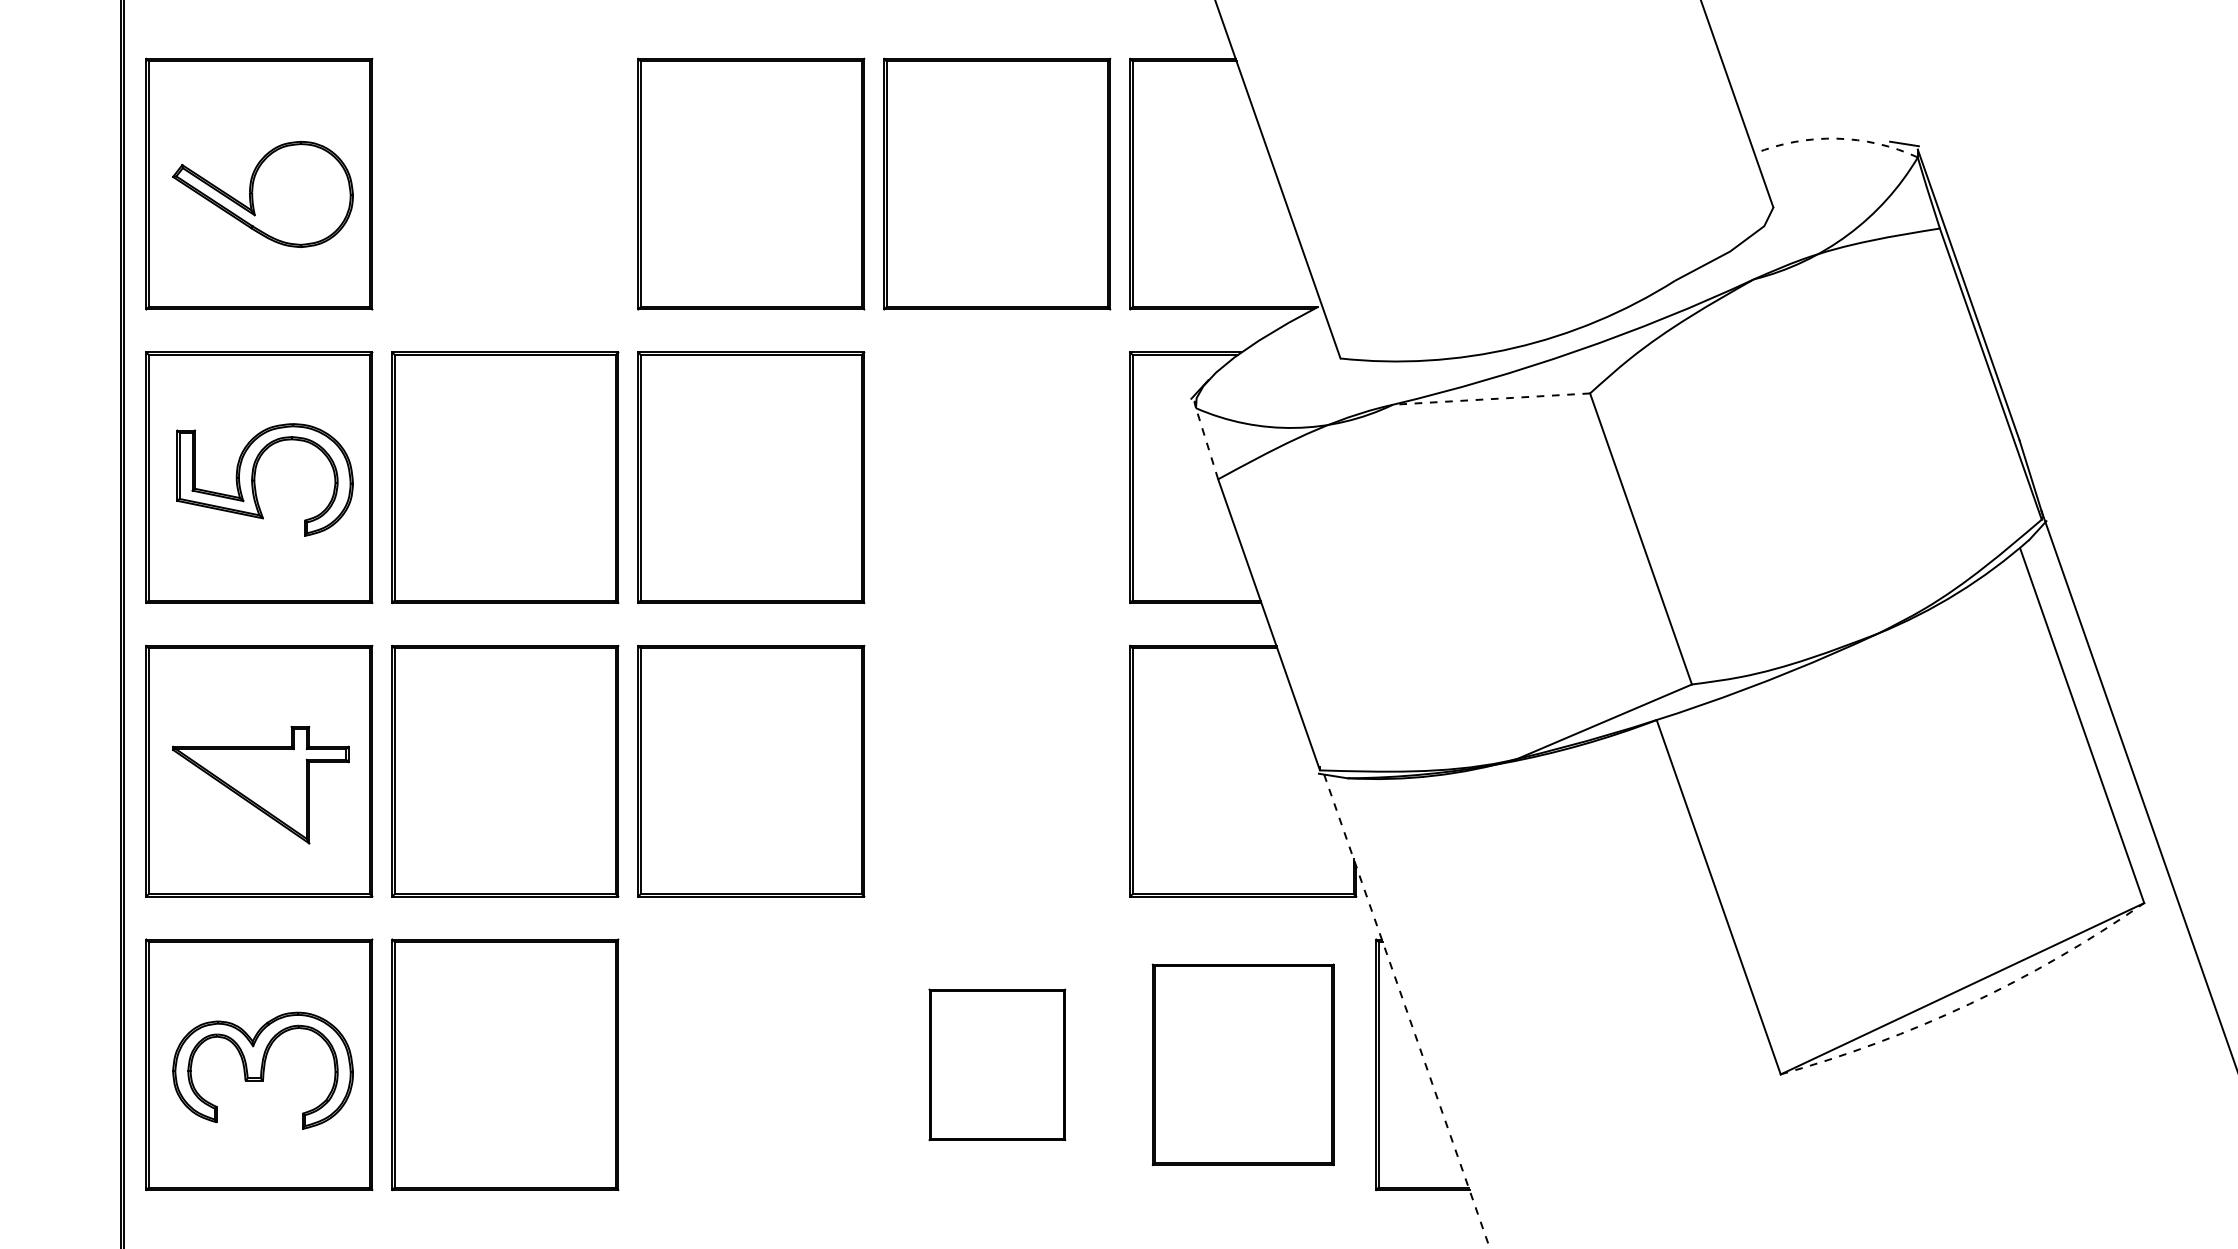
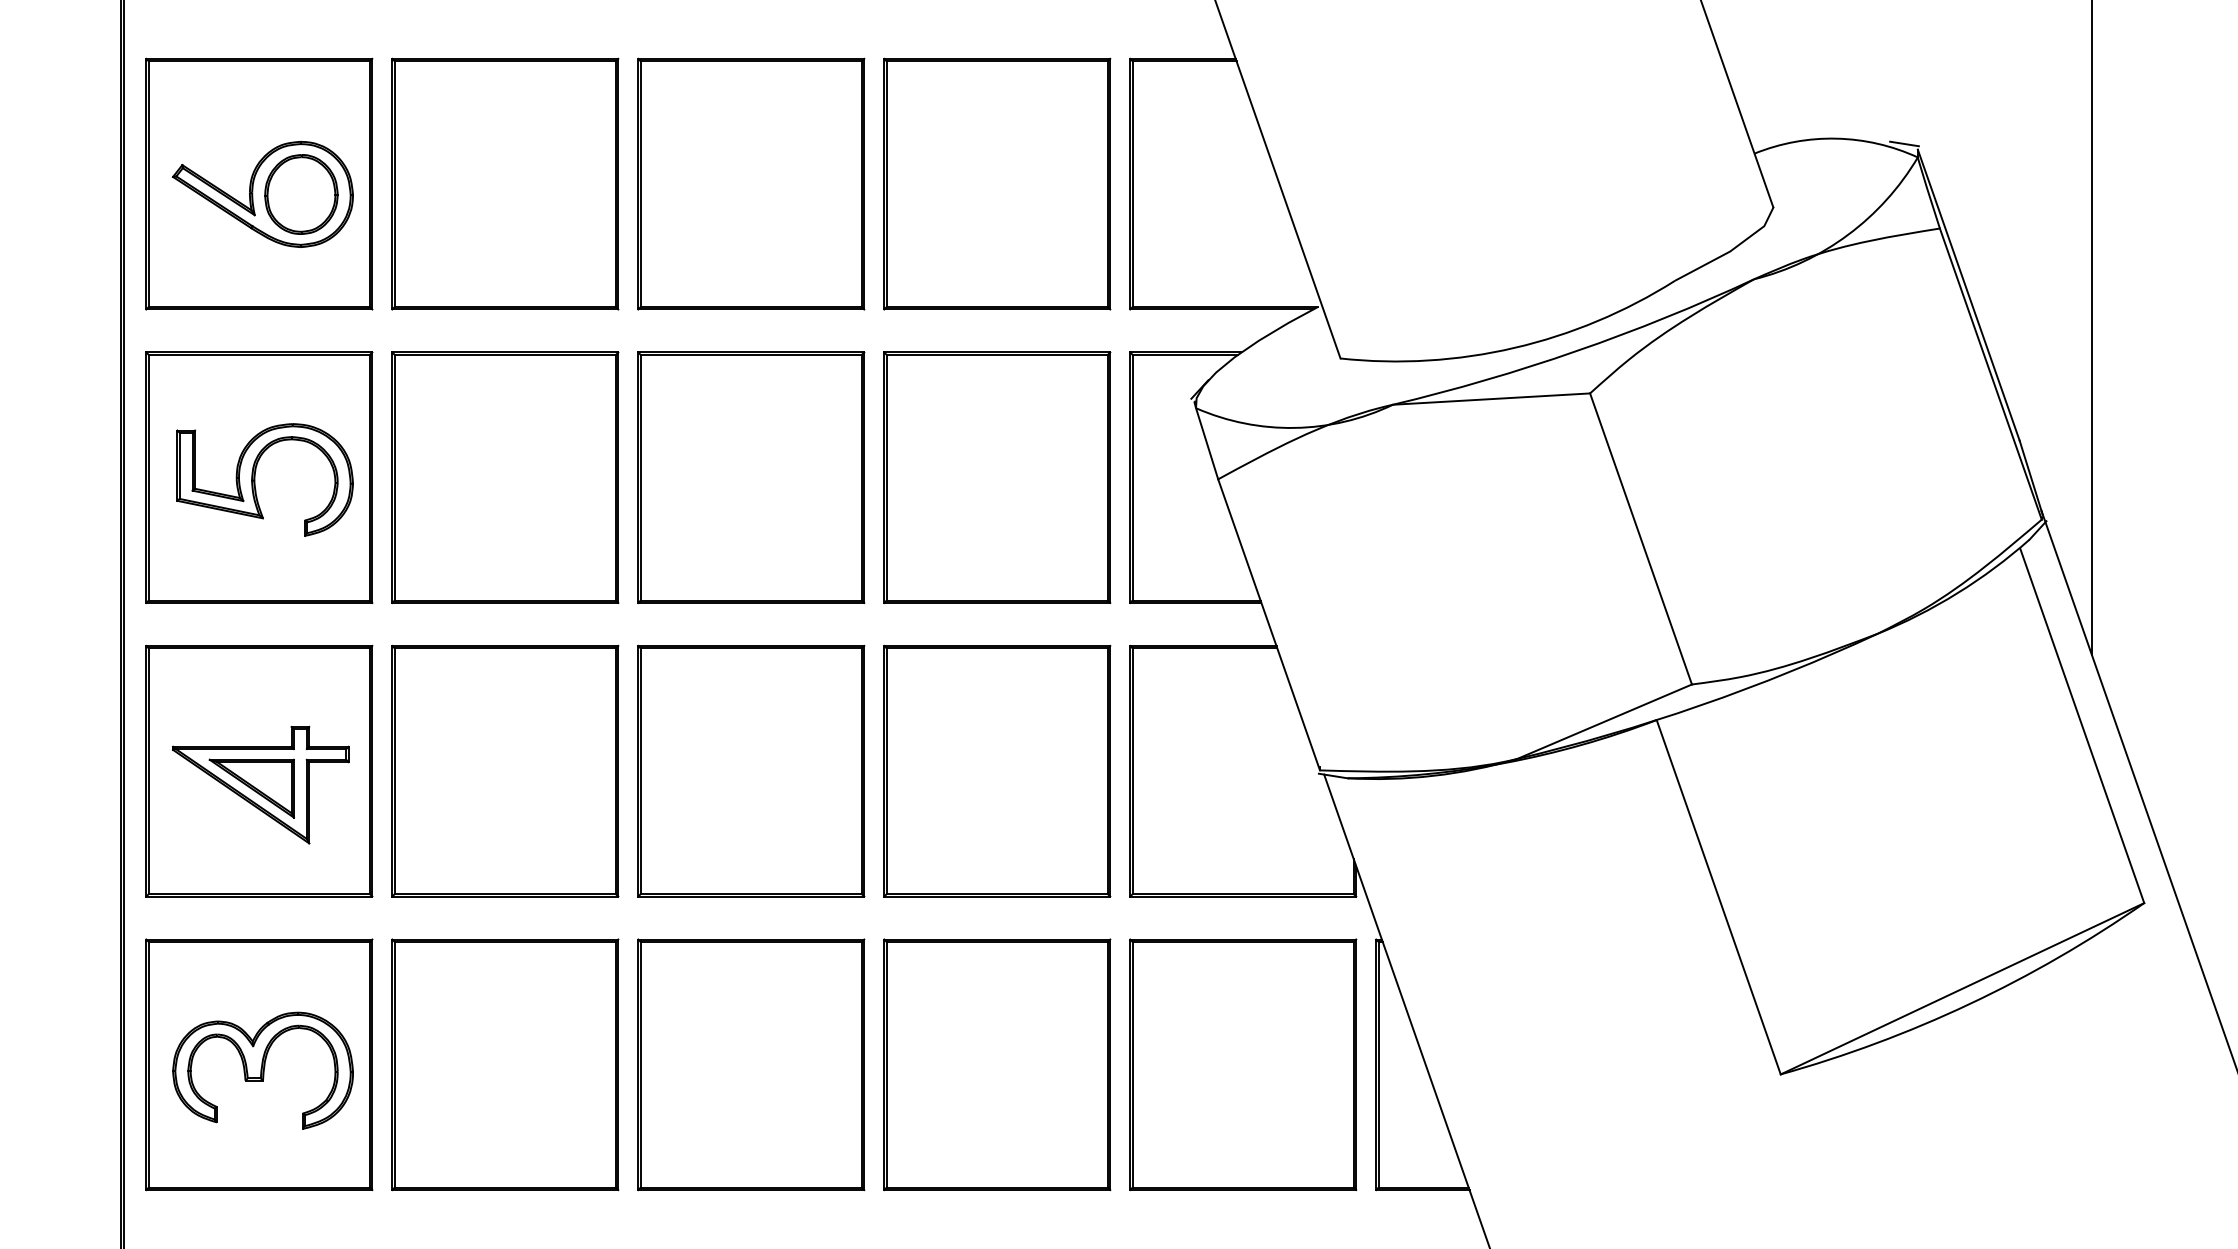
arc at (1836, 138): dashed -> solid
part at (505, 183): none -> present
part at (301, 194): none -> present
line at (2091, 328): none -> present
line at (1491, 399): dashed -> solid
line at (1206, 443): dashed -> solid
part at (997, 477): none -> present
part at (997, 770): none -> present
part at (251, 788): none -> present
arc at (1969, 1004): dashed -> solid
line at (1407, 1011): dashed -> solid
part at (751, 1064): none -> present
part at (997, 1064) size: 139x154 px -> 229x254 px
part at (1242, 1064) size: 184x204 px -> 229x254 px
